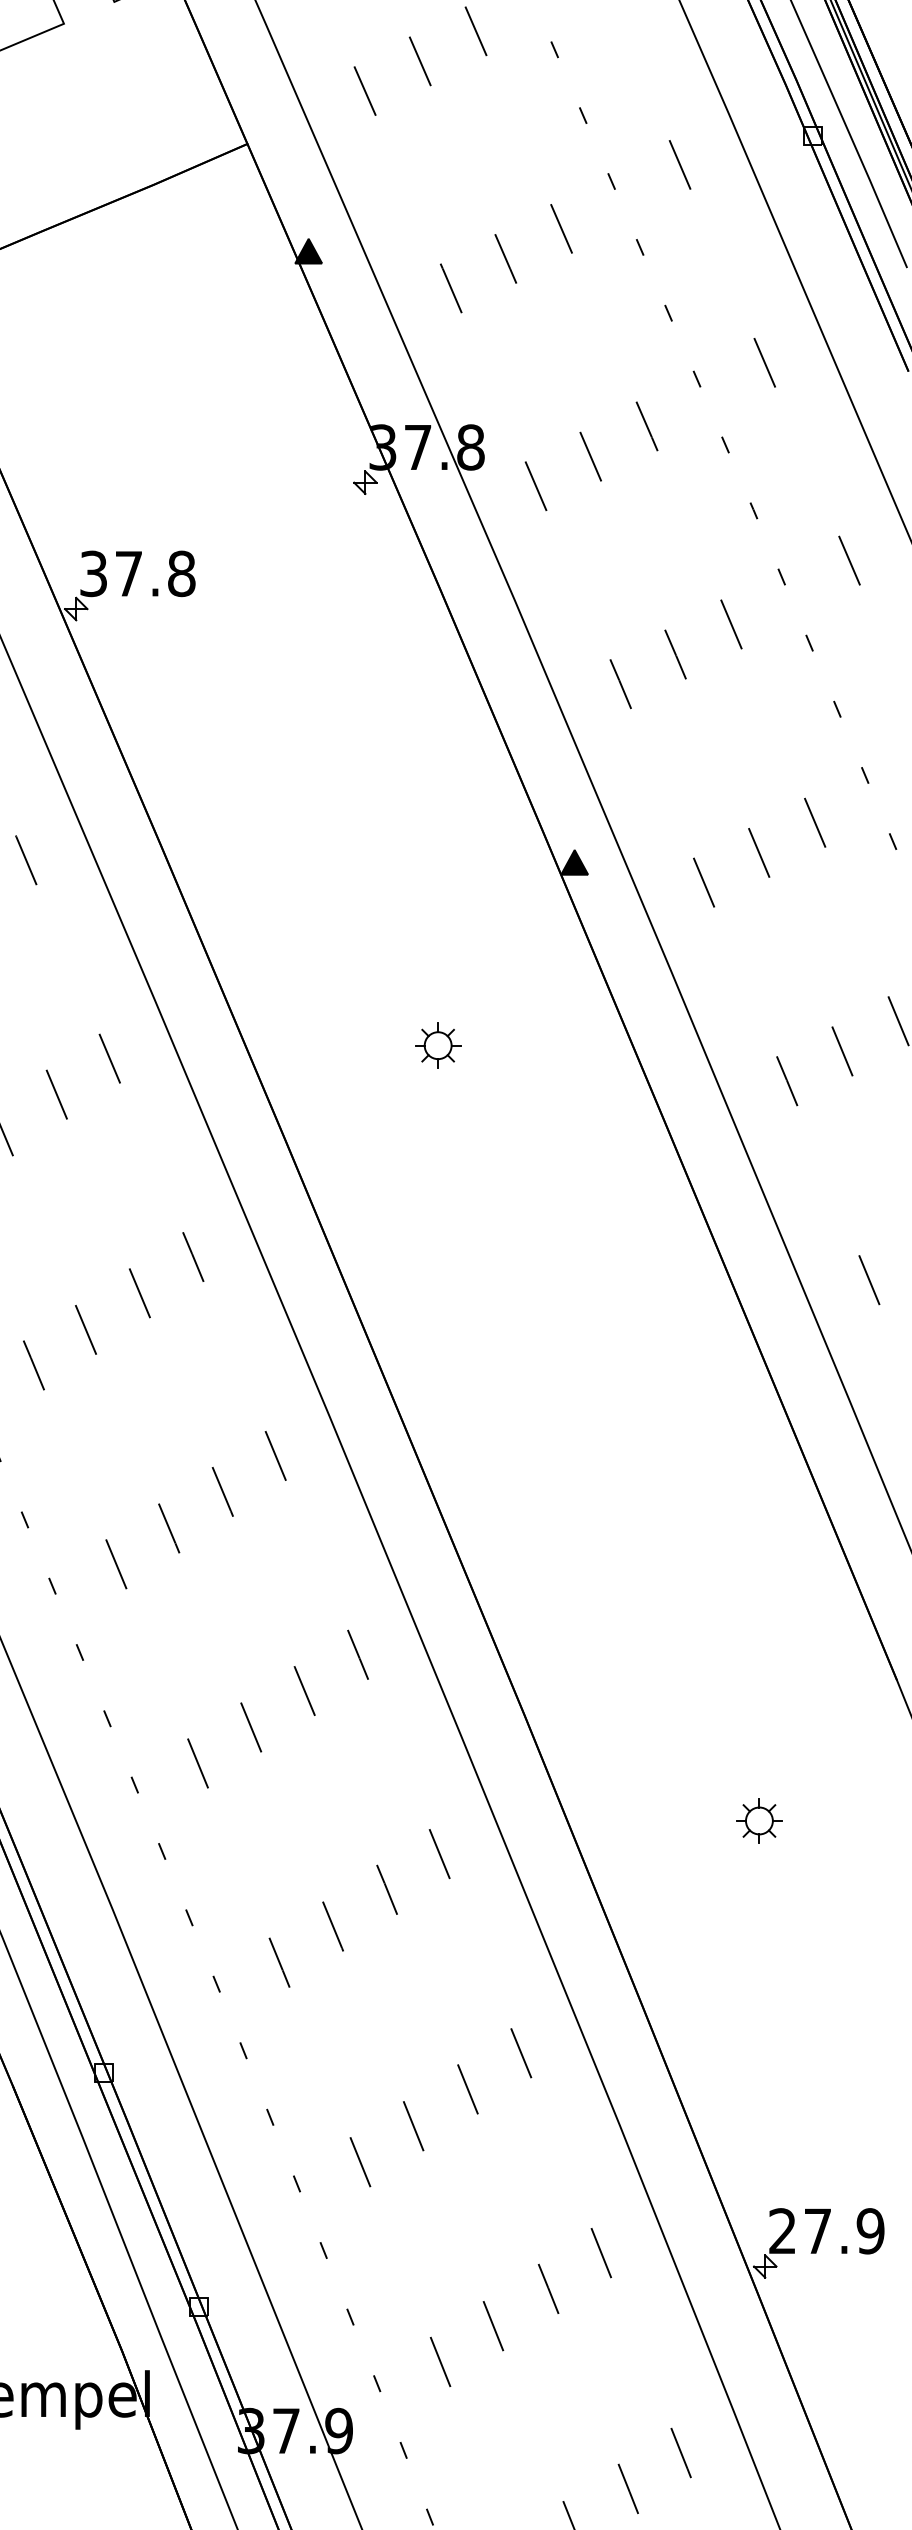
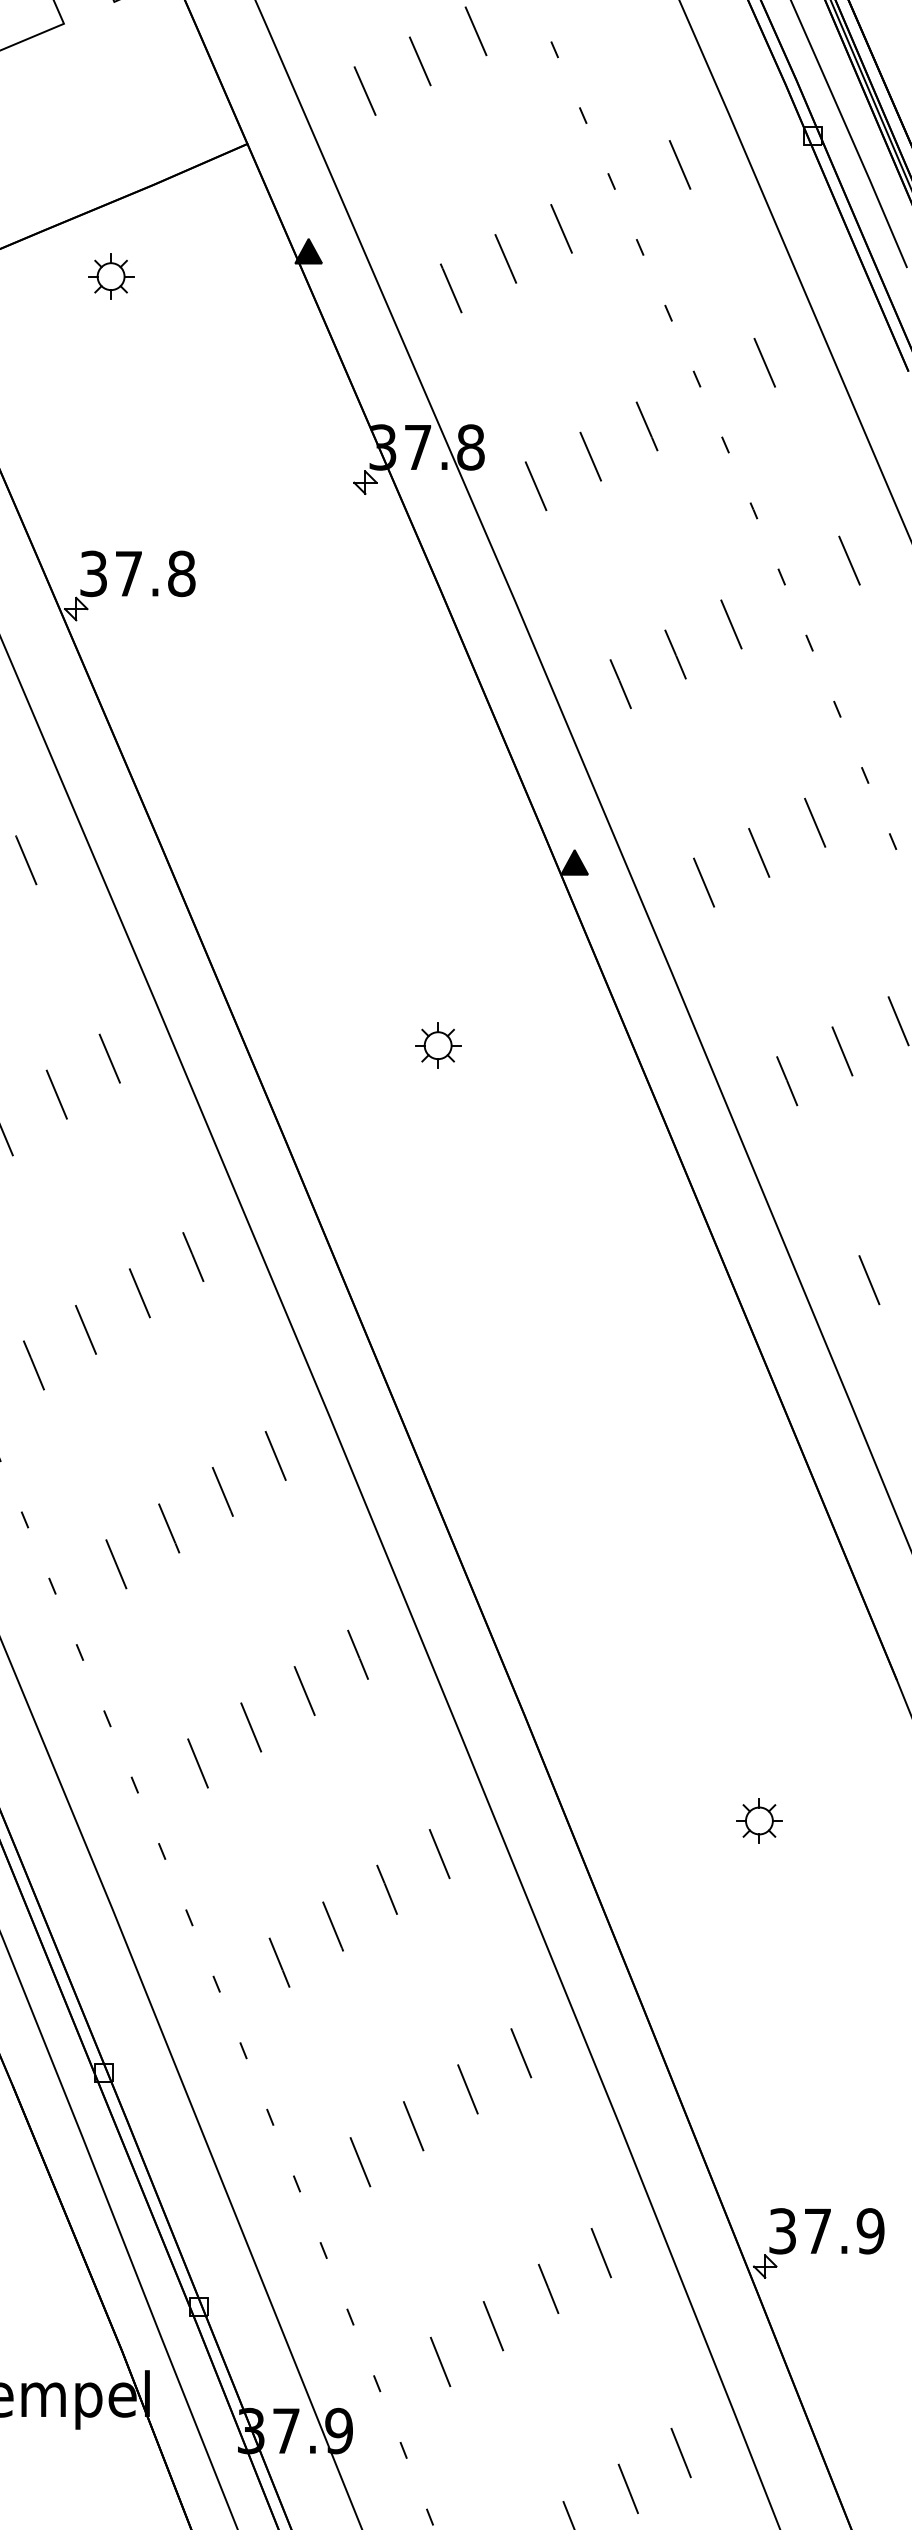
part at (111, 276): none -> present
text at (782, 2231): 27.9 -> 37.9
